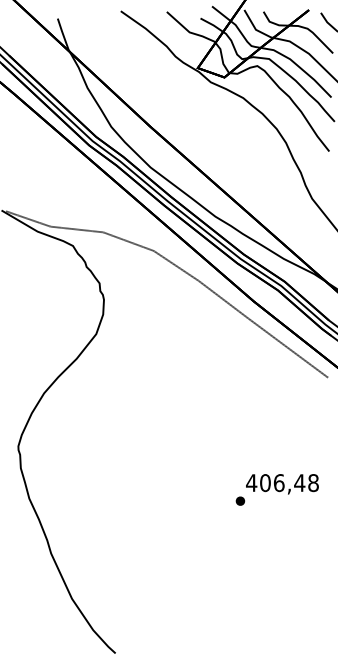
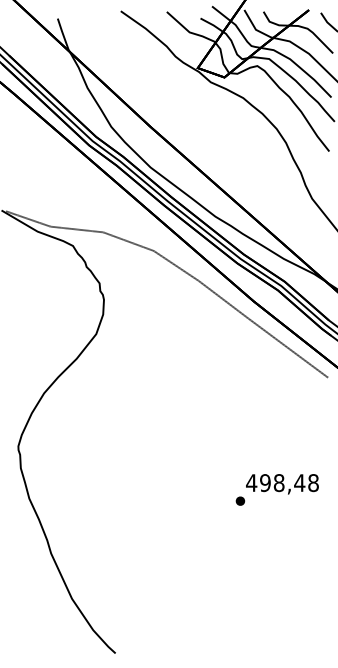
text at (272, 483): 406,48 -> 498,48
